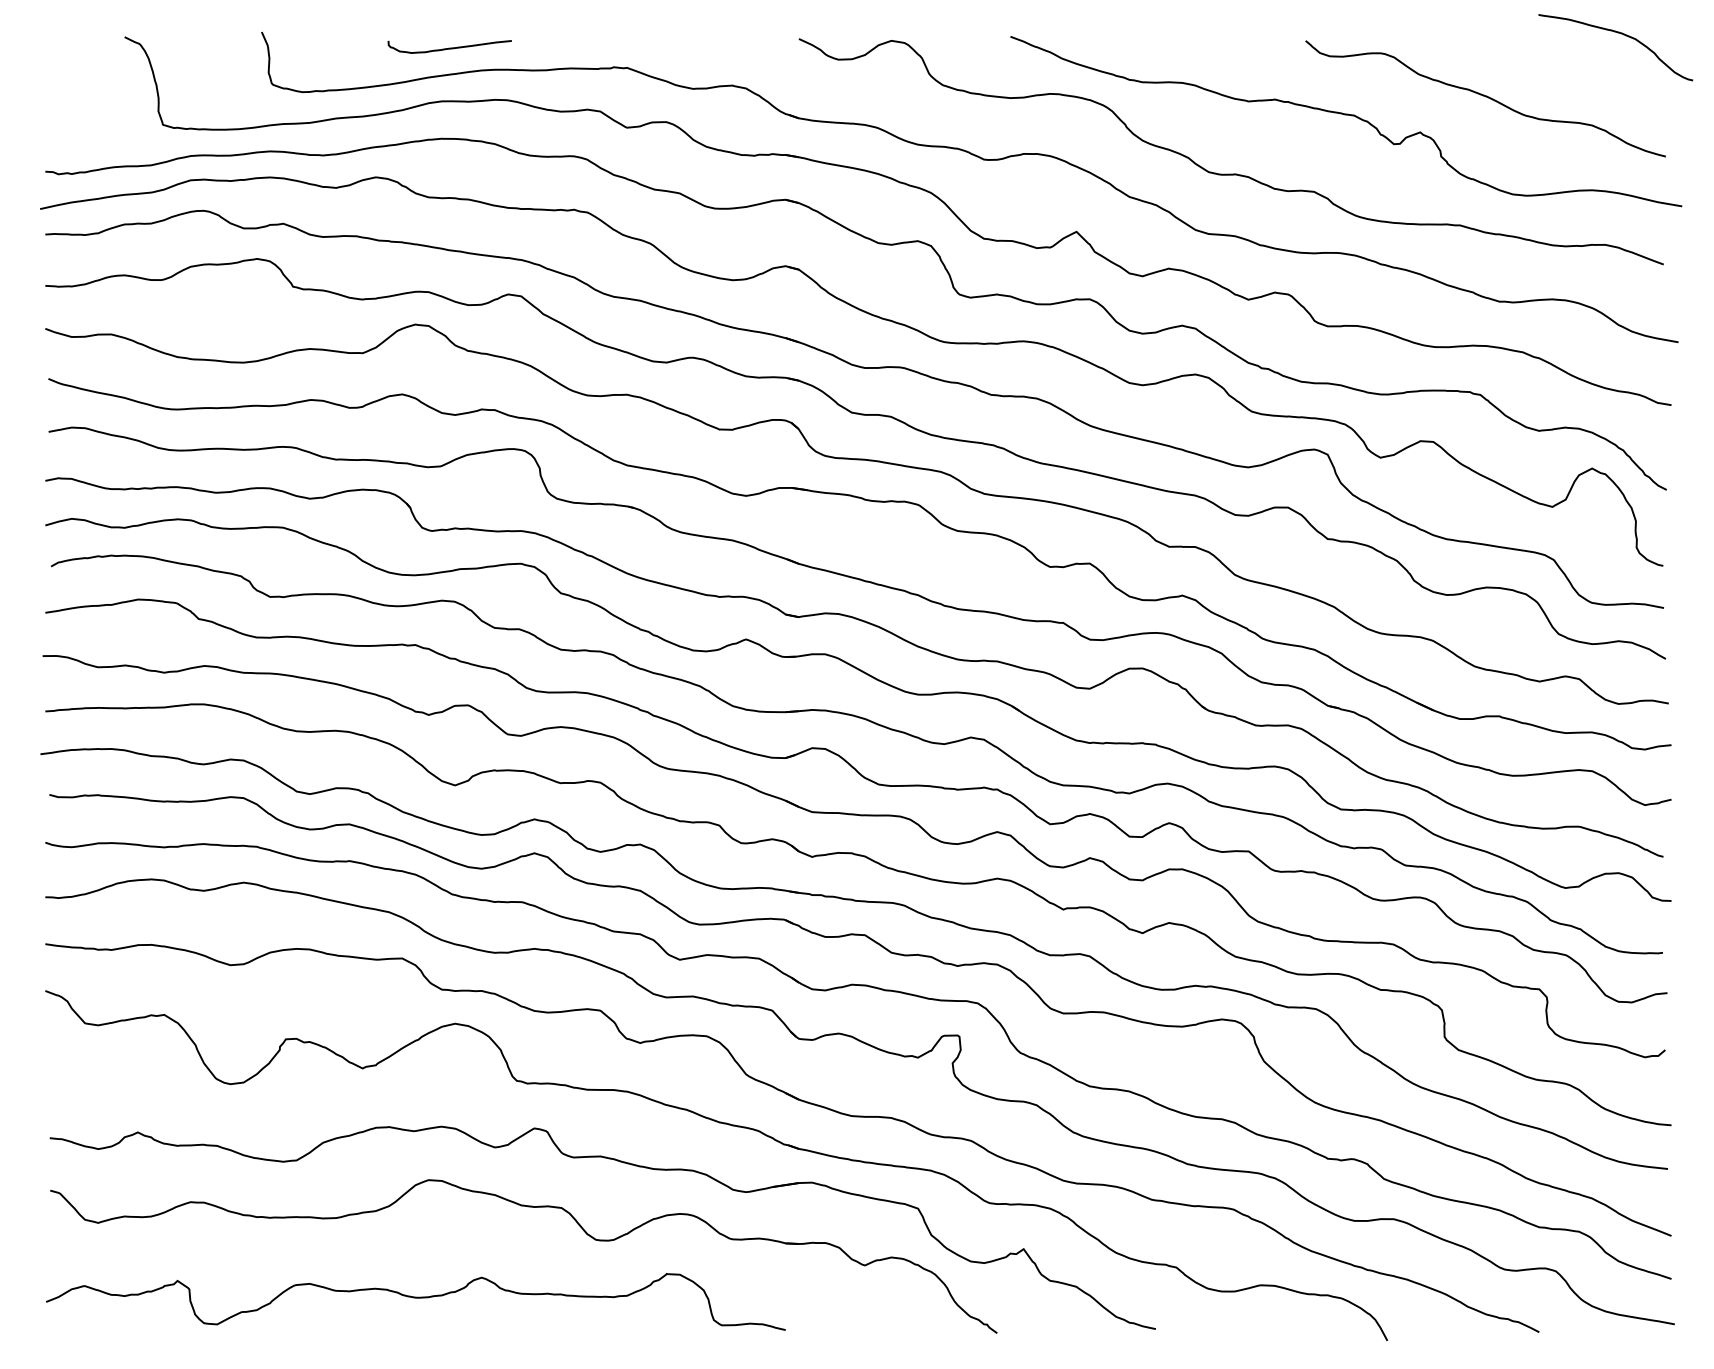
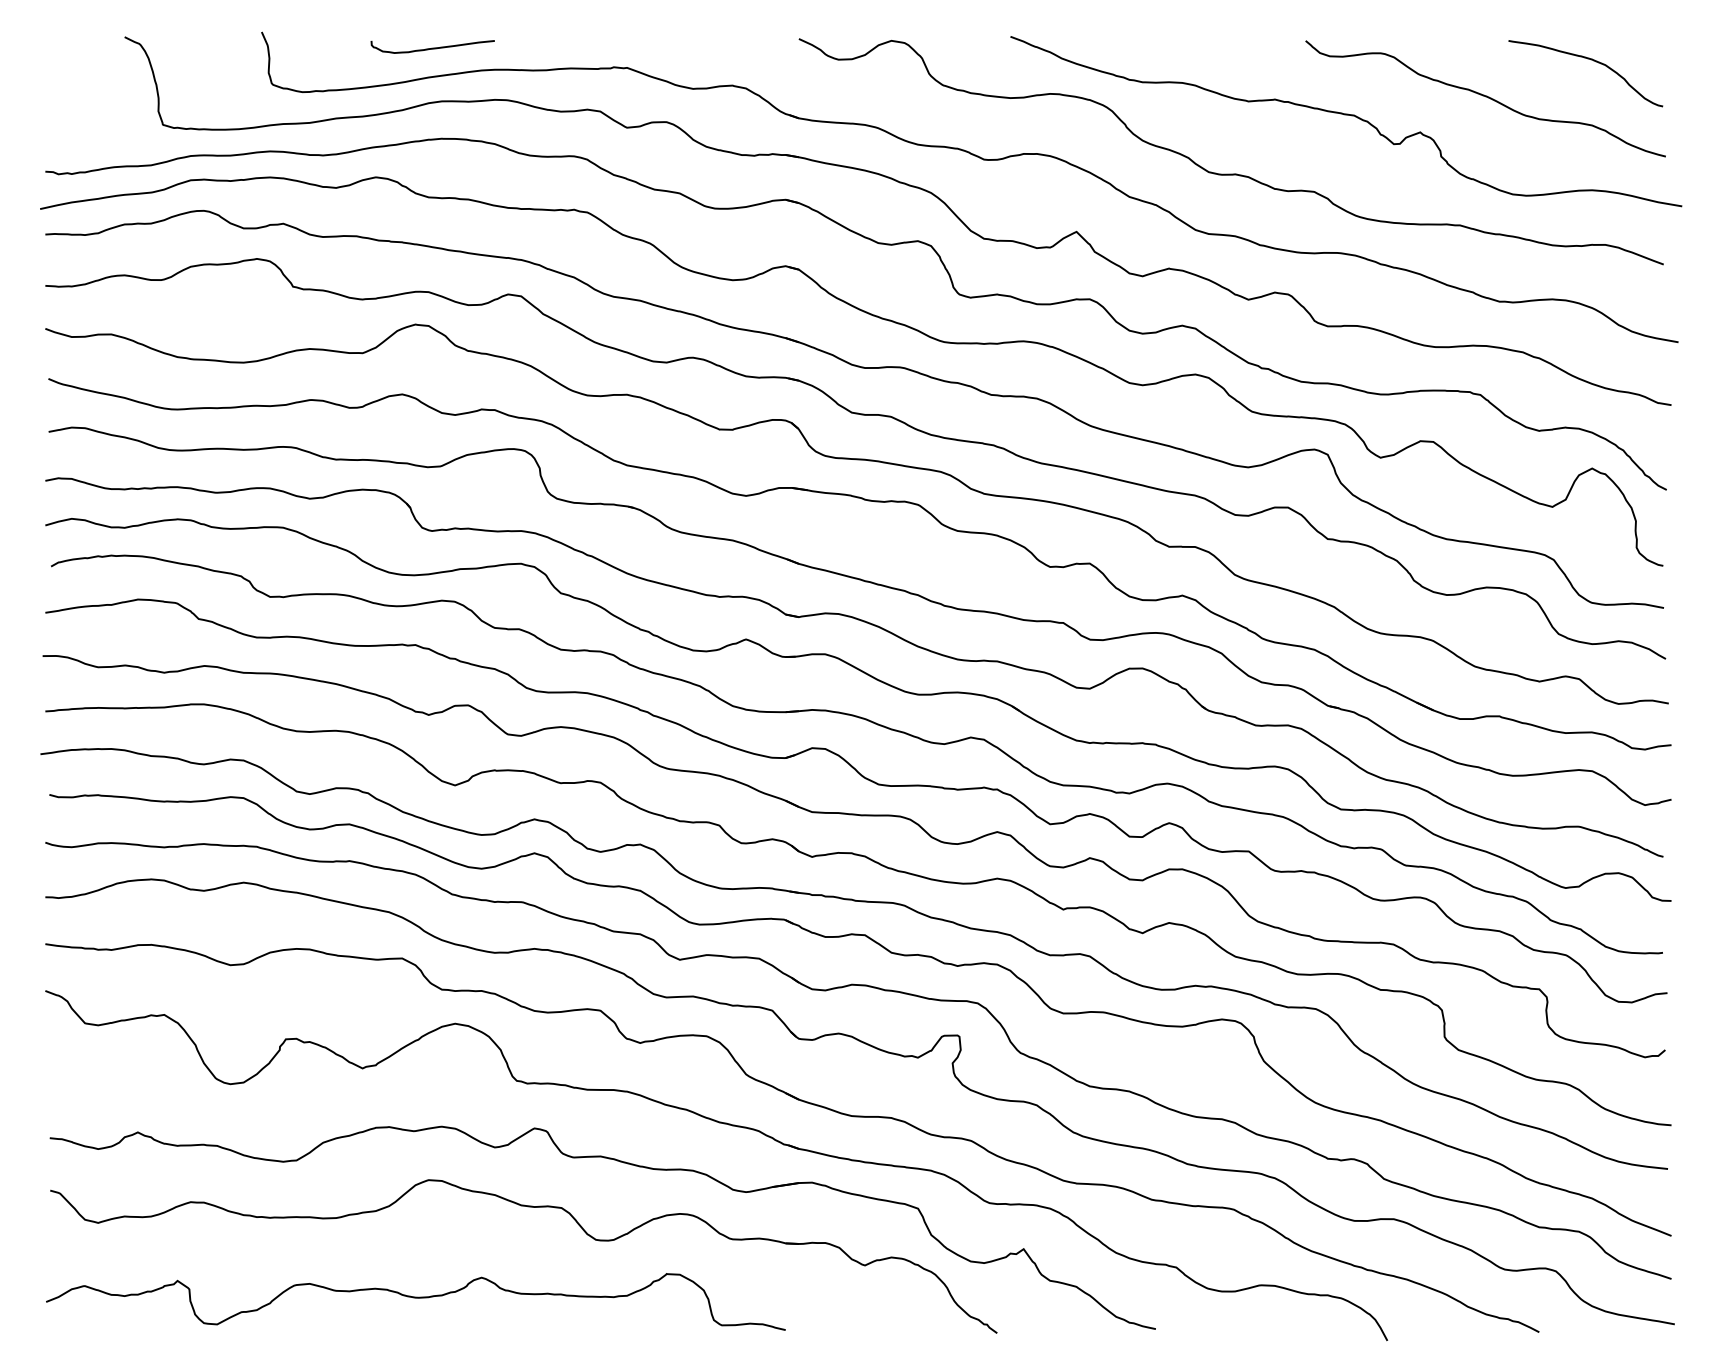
curve at (1617, 33) position: (1617, 33) -> (1587, 59)
curve at (449, 47) position: (449, 47) -> (432, 47)
